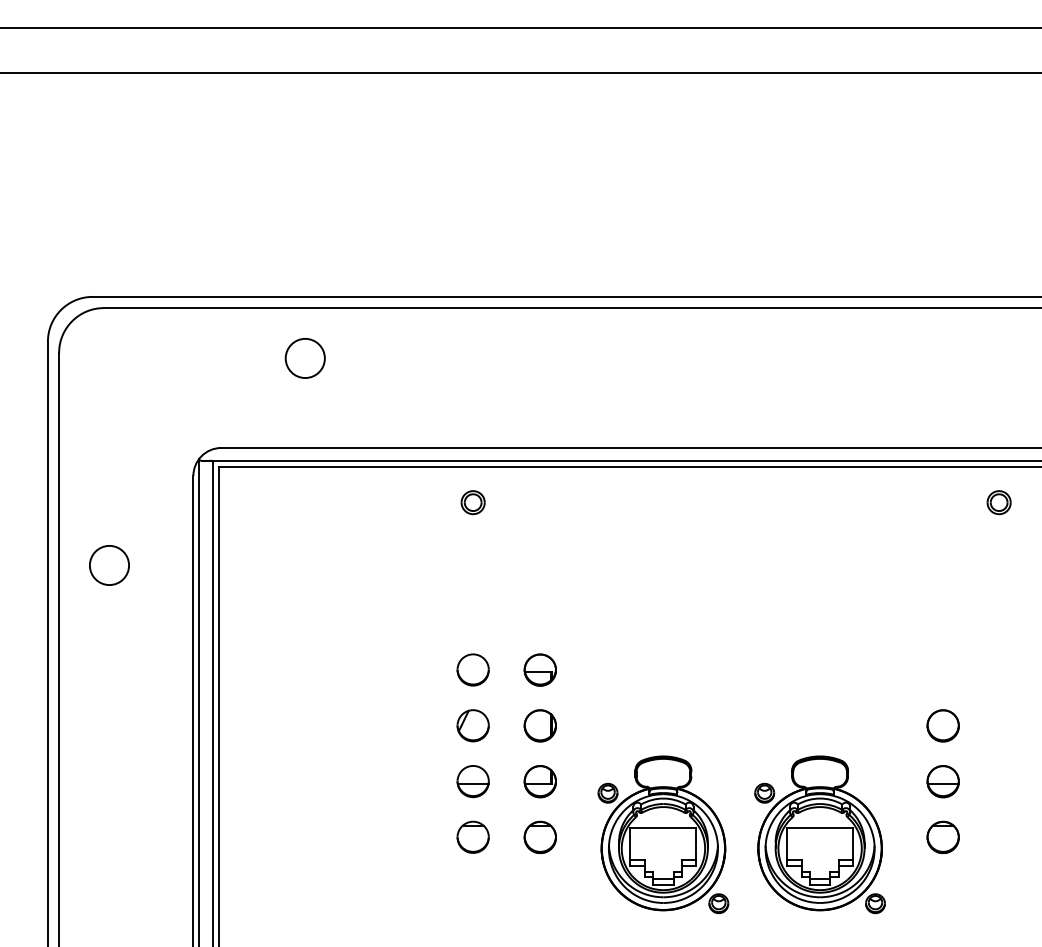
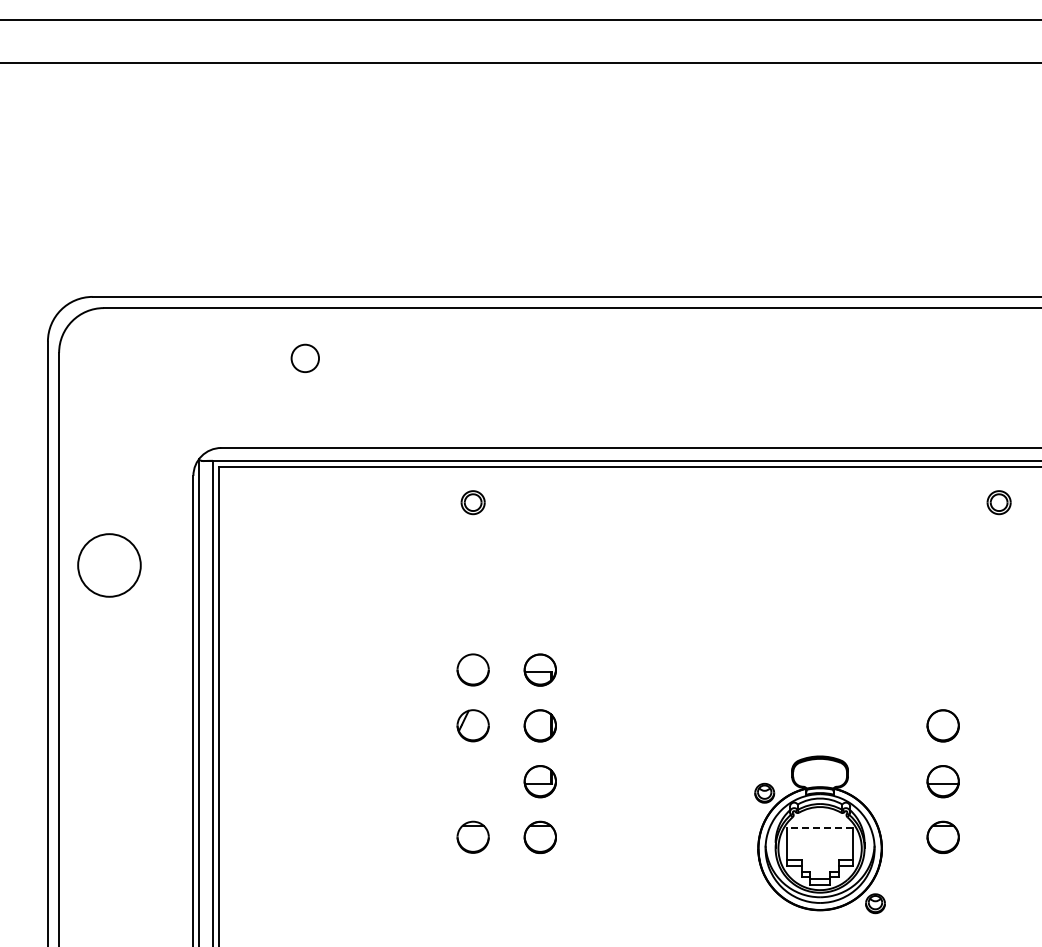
line at (520, 28) position: (520, 28) -> (520, 20)
line at (520, 73) position: (520, 73) -> (520, 63)
circle at (304, 358) diameter: 39 px -> 27 px
circle at (109, 565) diameter: 39 px -> 63 px
part at (472, 781): present -> none
line at (819, 828): solid -> dashed
part at (663, 834): present -> none
